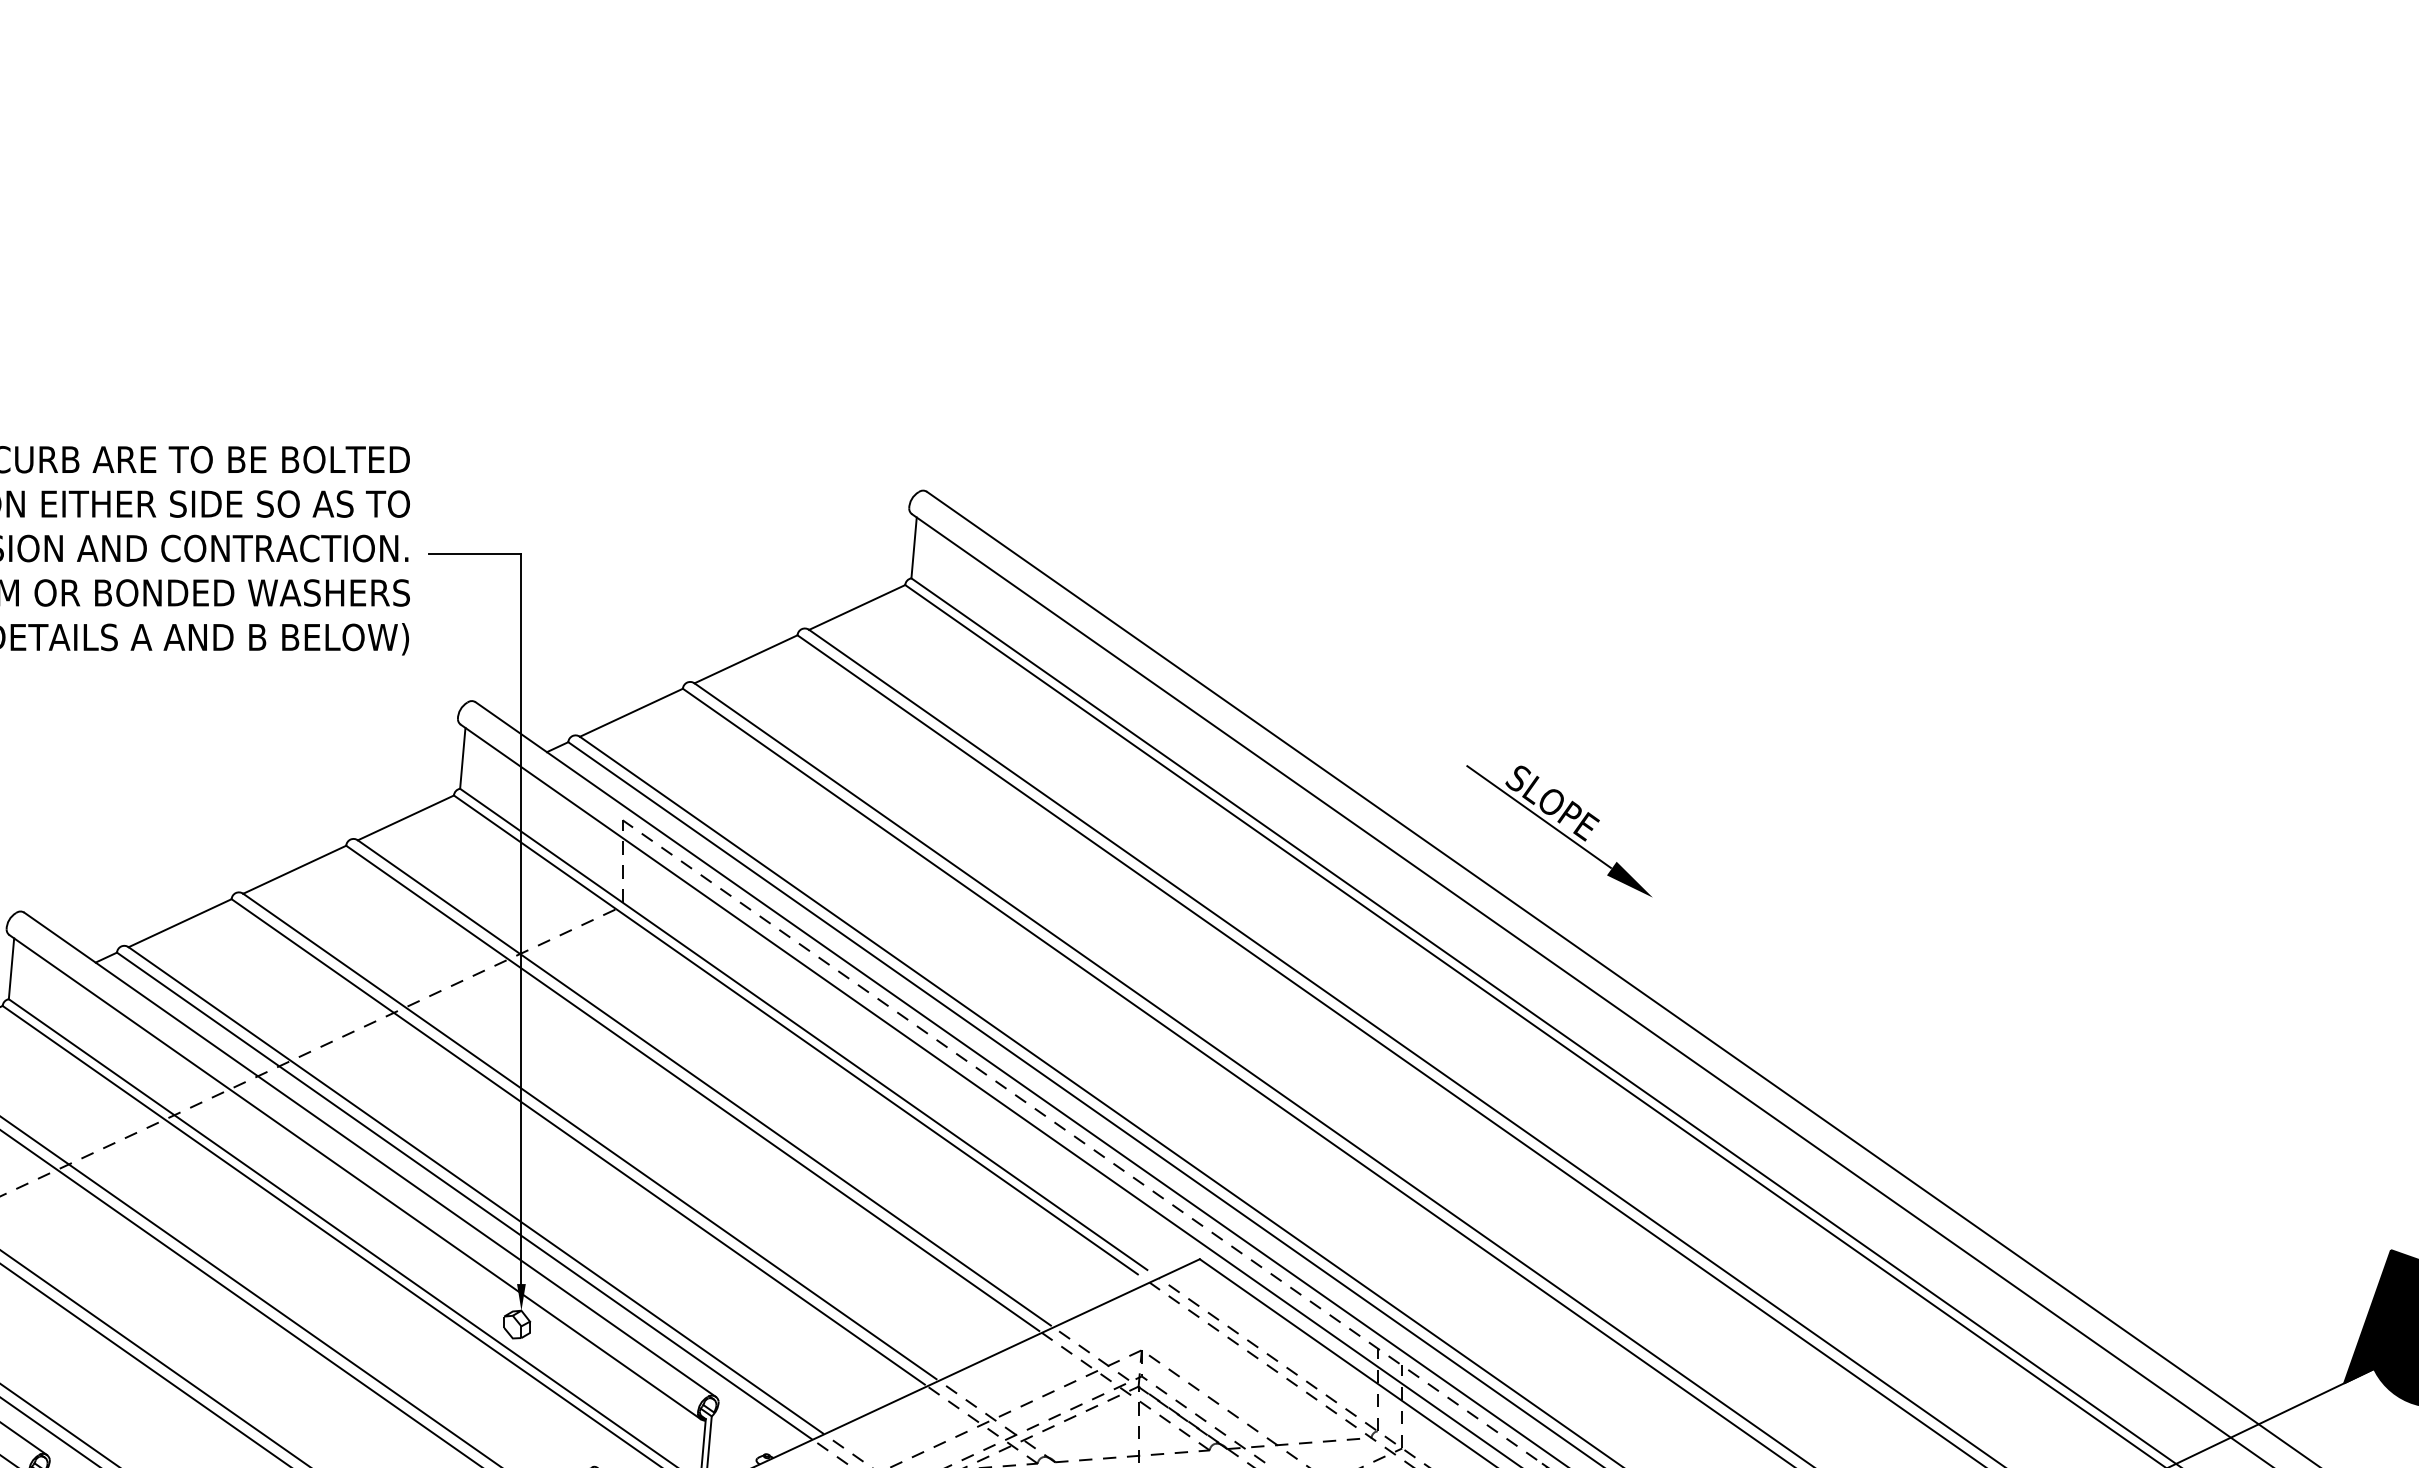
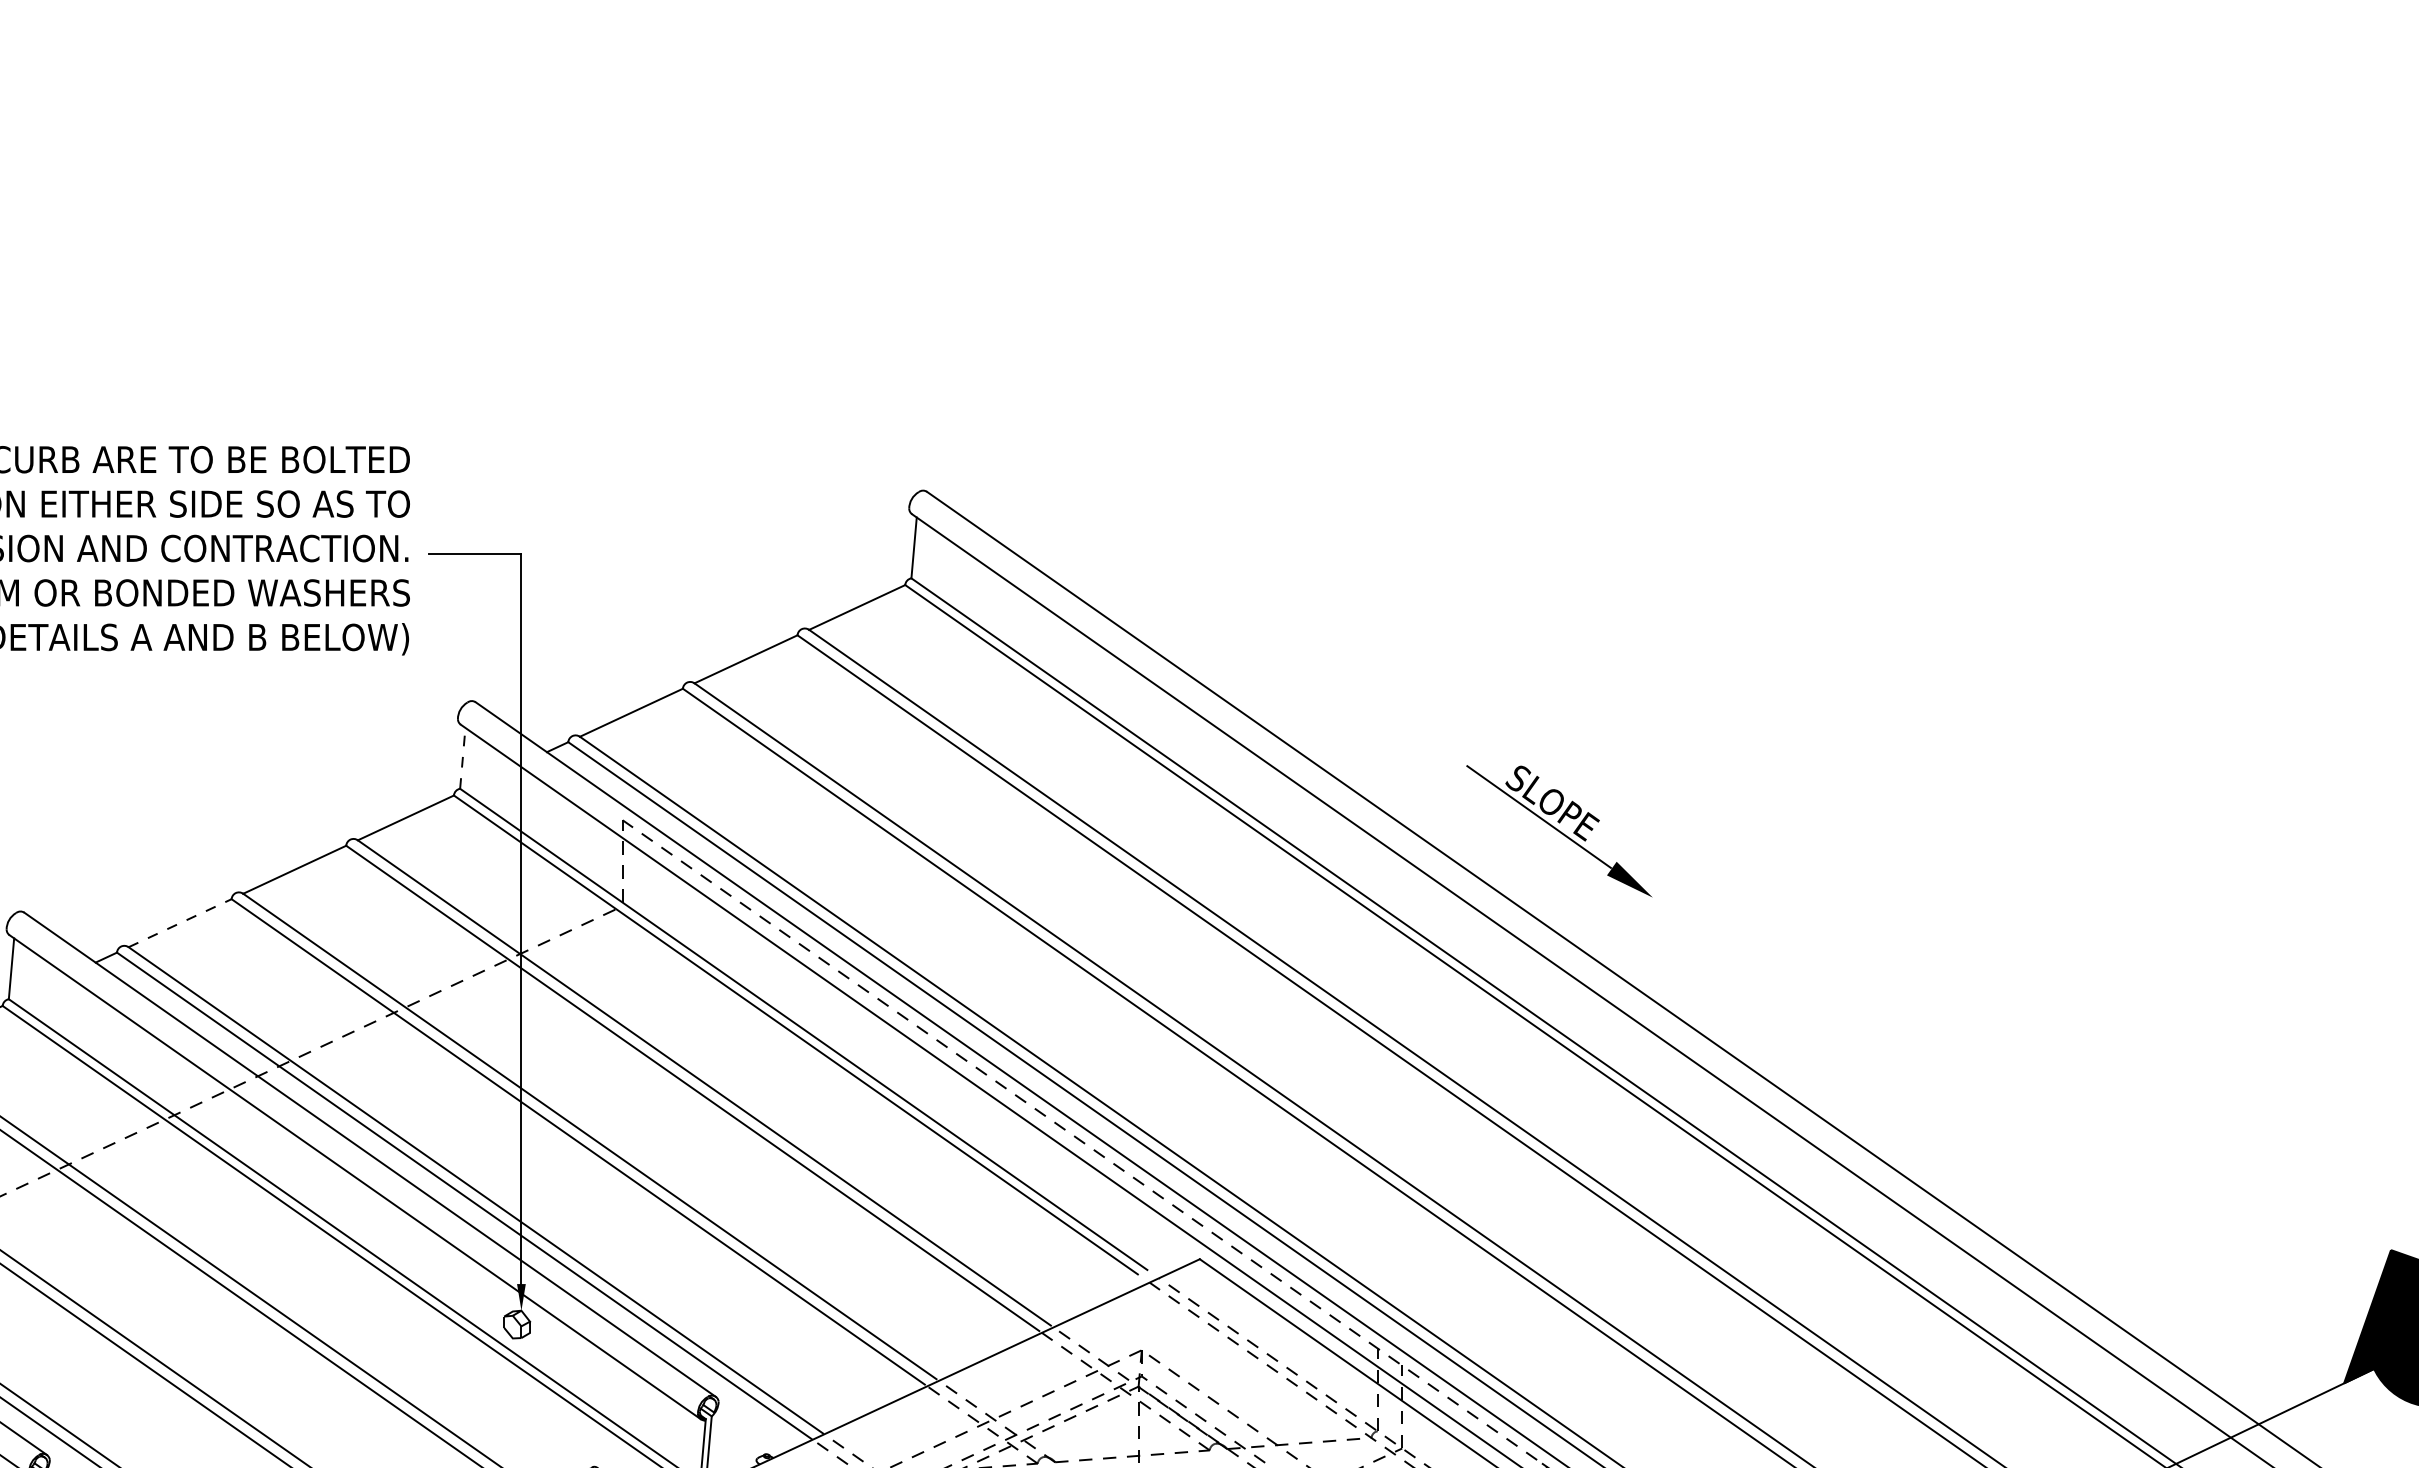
line at (462, 758): solid -> dashed
line at (180, 923): solid -> dashed
